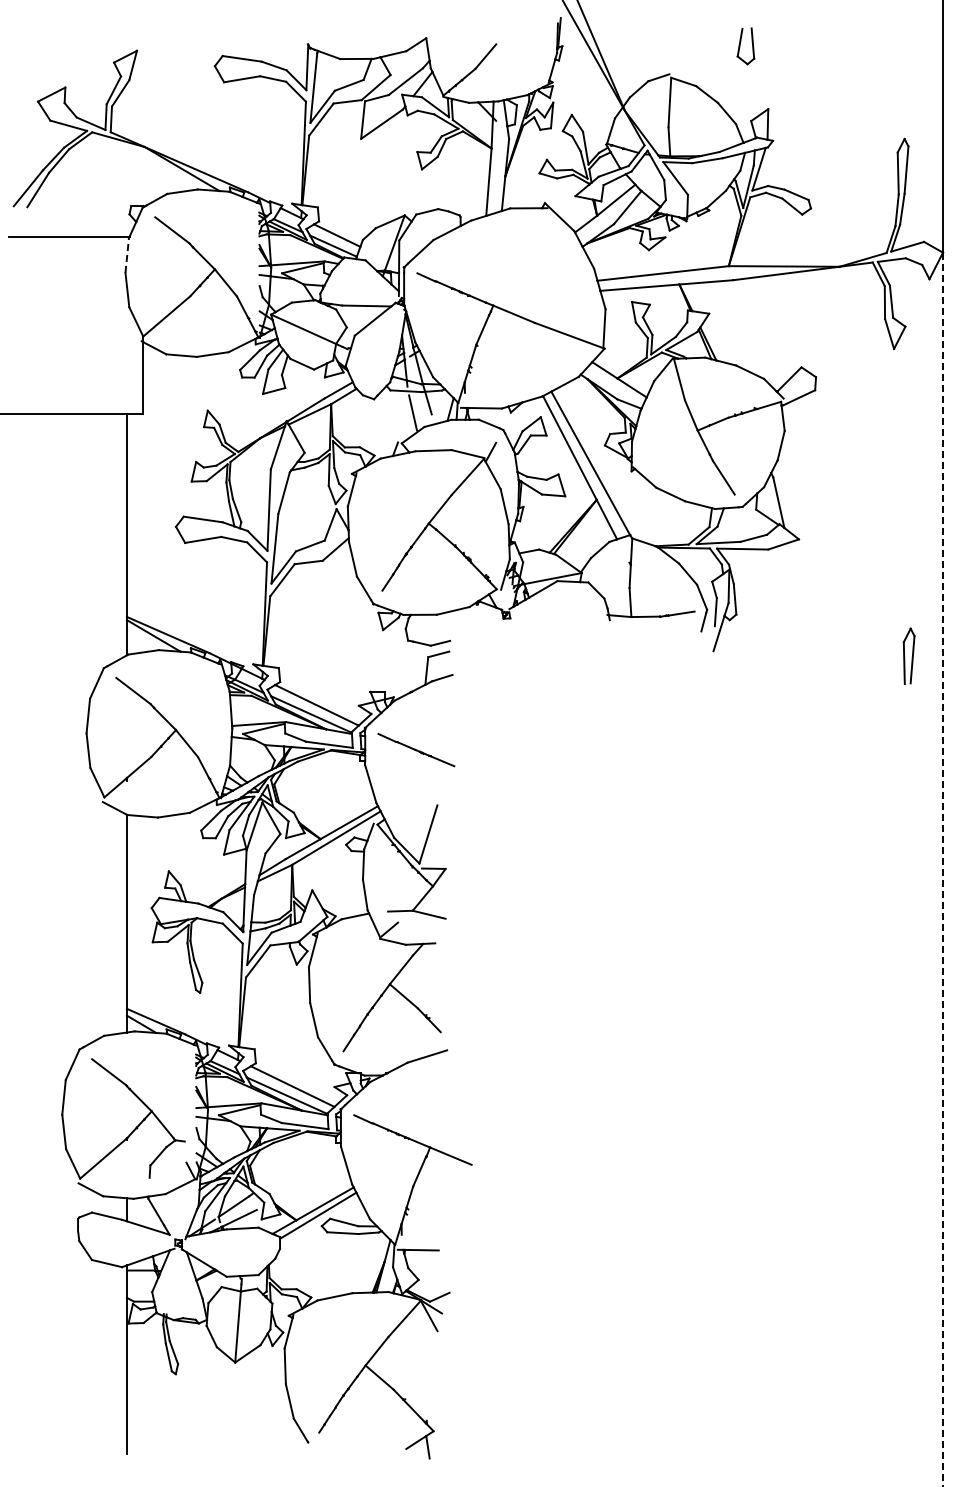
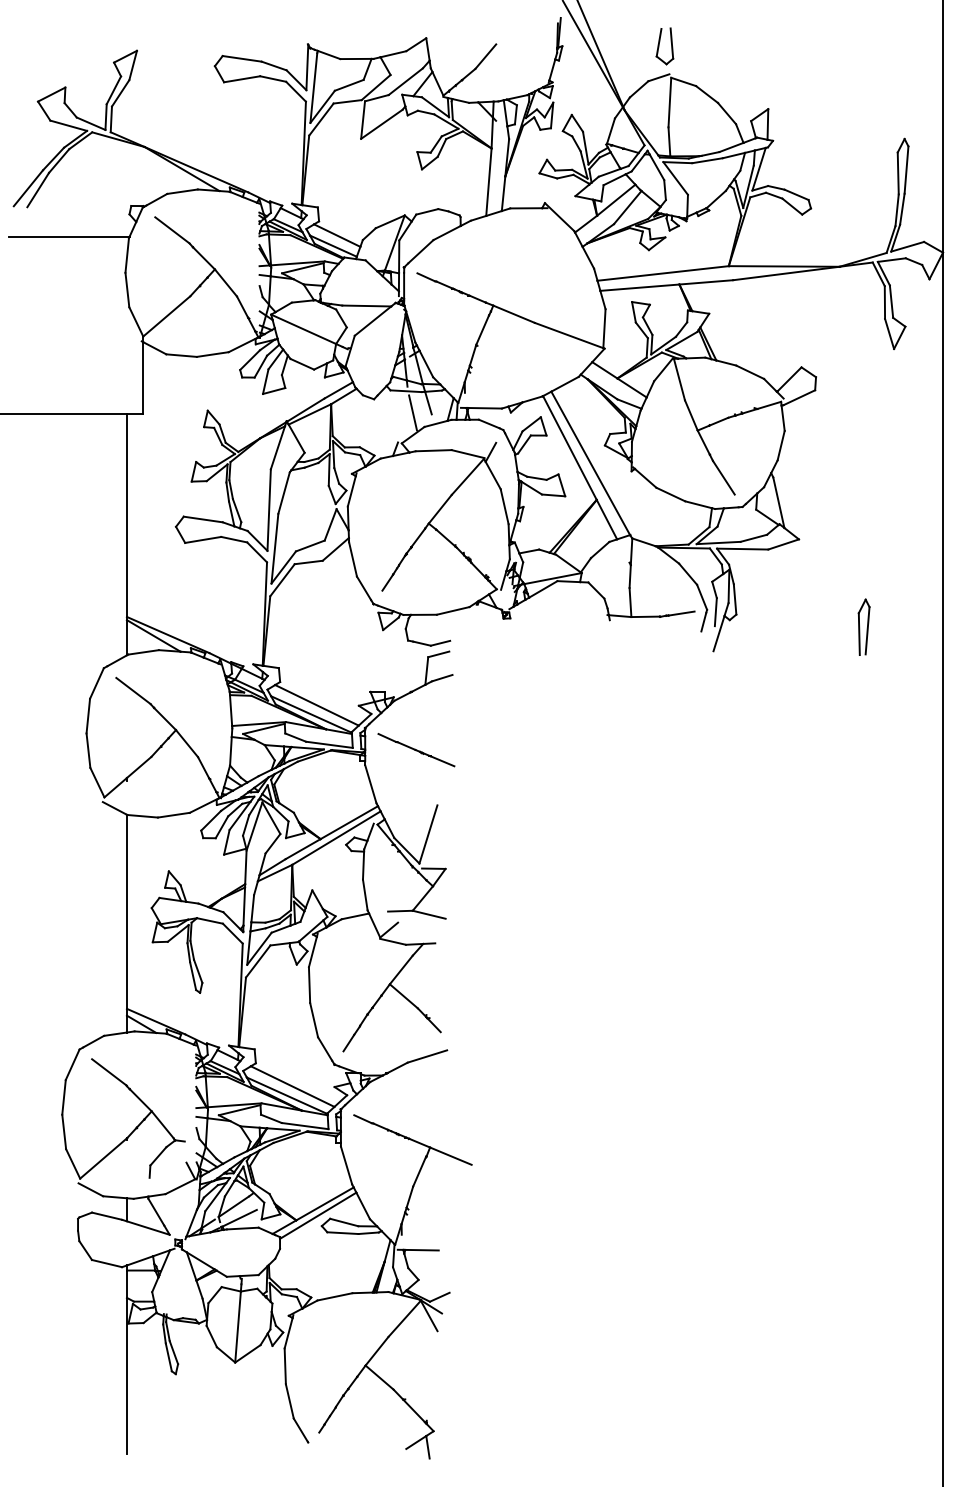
part at (745, 46) position: (745, 46) -> (664, 46)
line at (127, 254): dashed -> solid
part at (908, 655) position: (908, 655) -> (863, 626)
line at (943, 869): dashed -> solid
